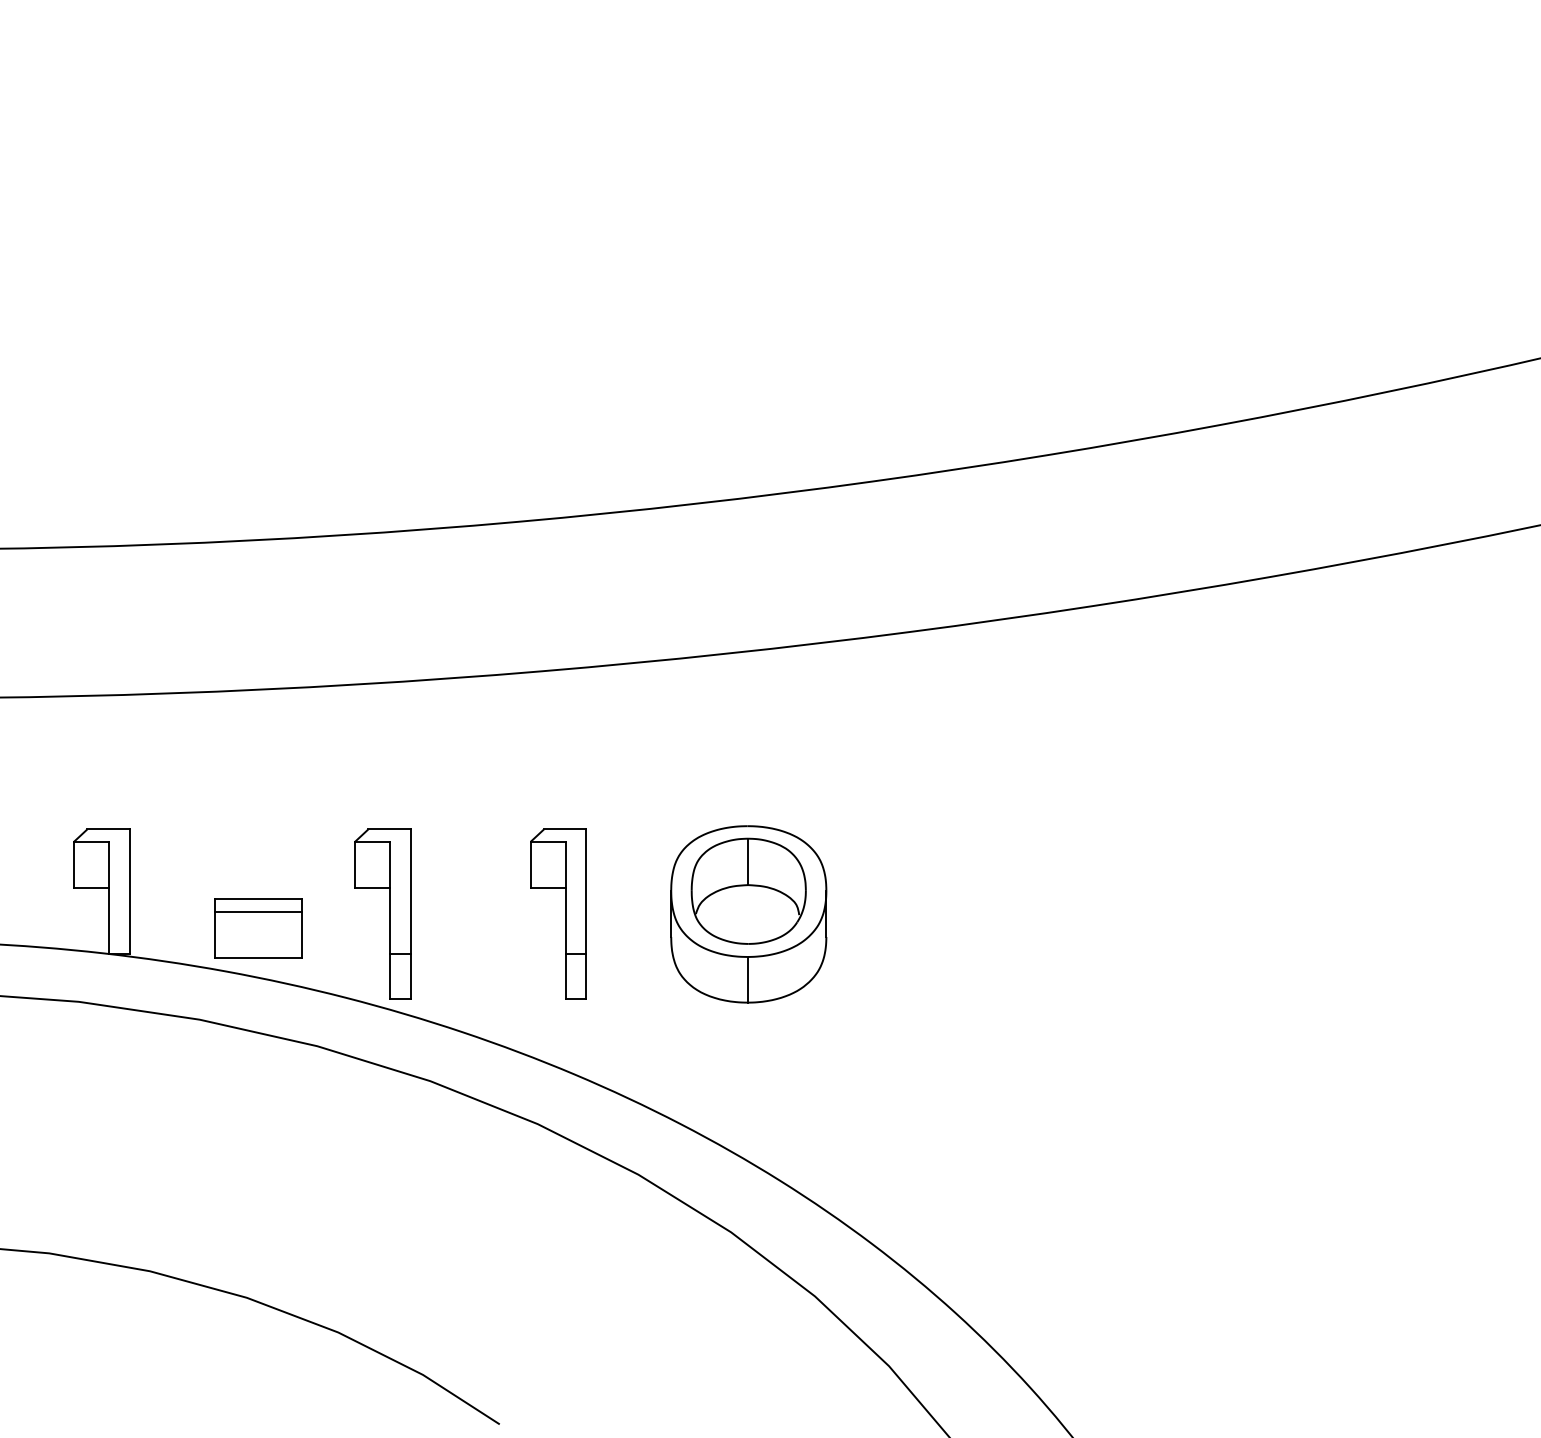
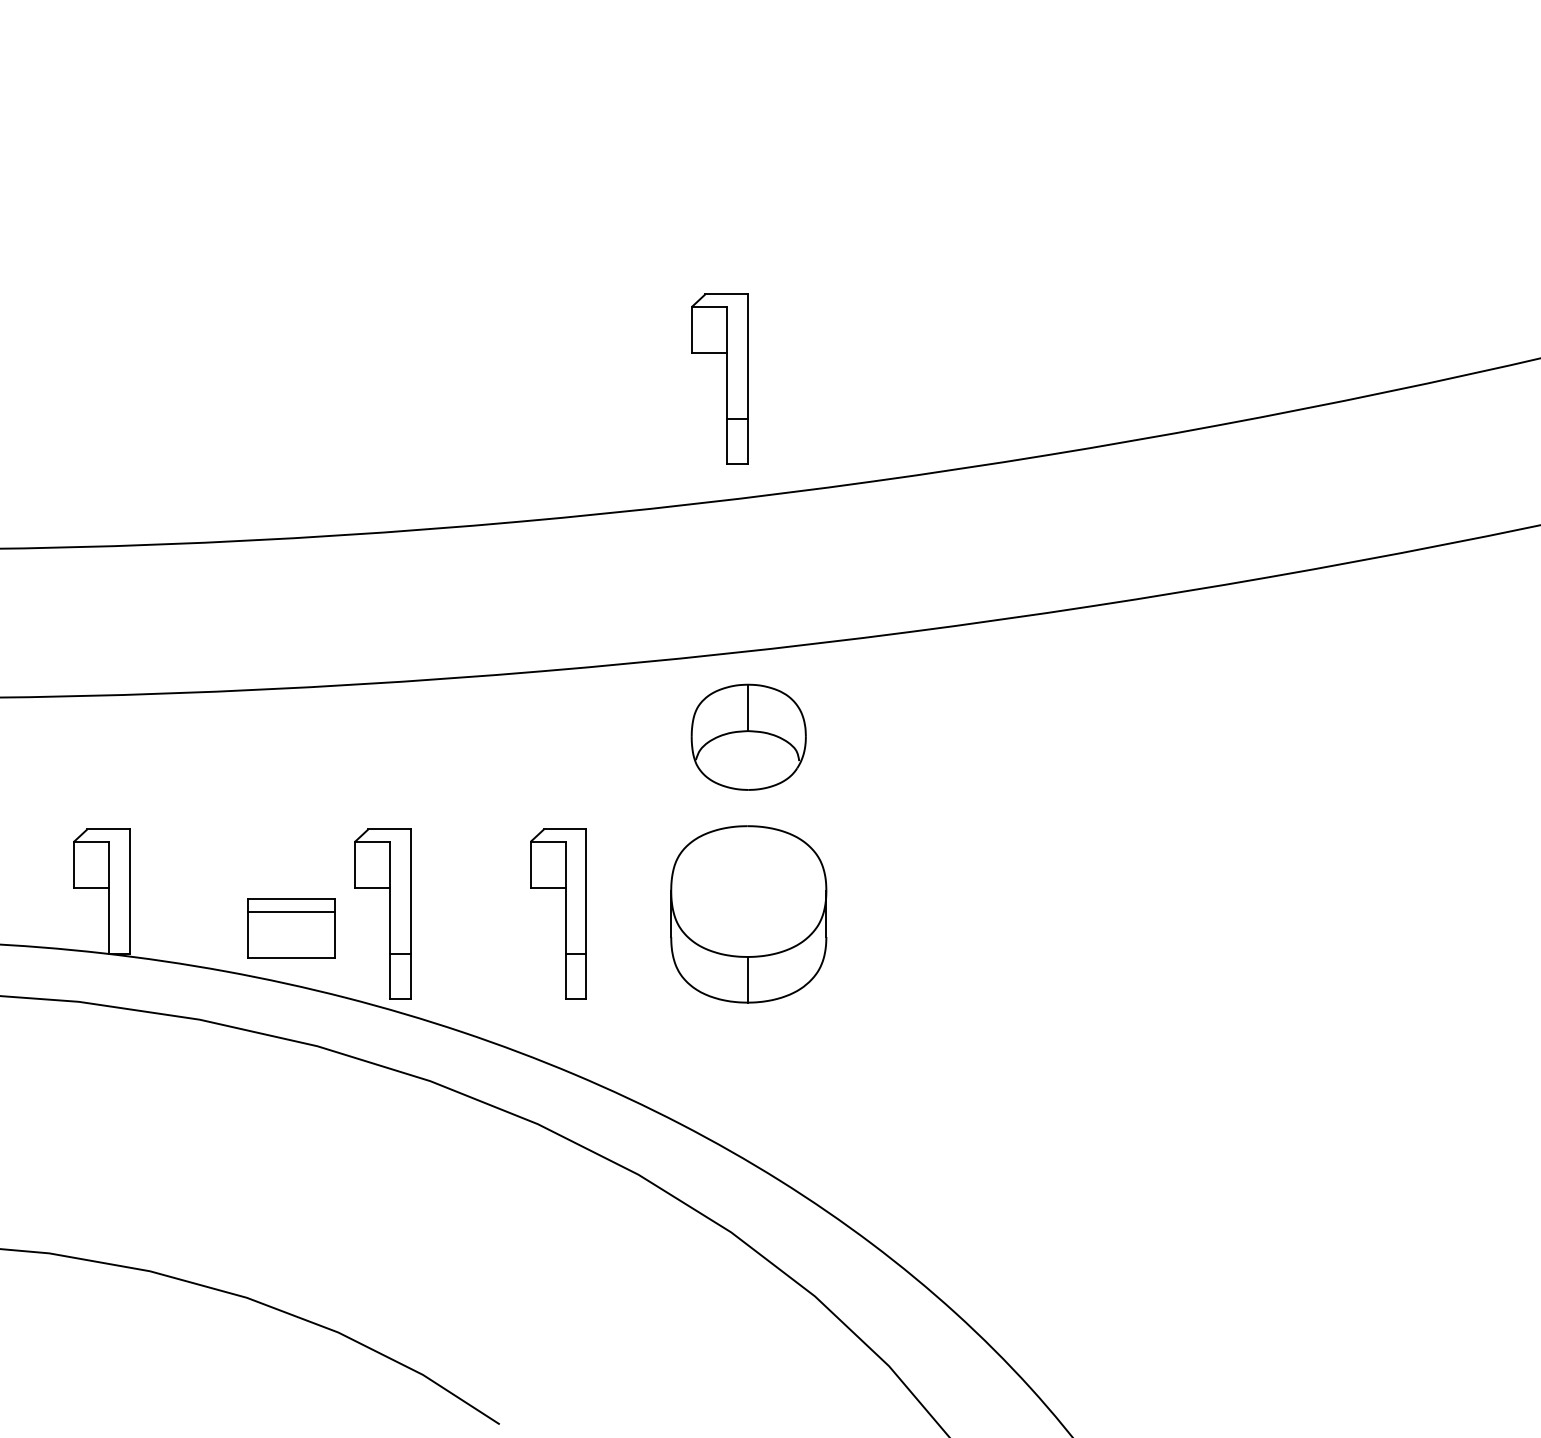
part at (726, 378): none -> present
part at (748, 890) position: (748, 890) -> (748, 736)
part at (258, 928) position: (258, 928) -> (291, 928)
